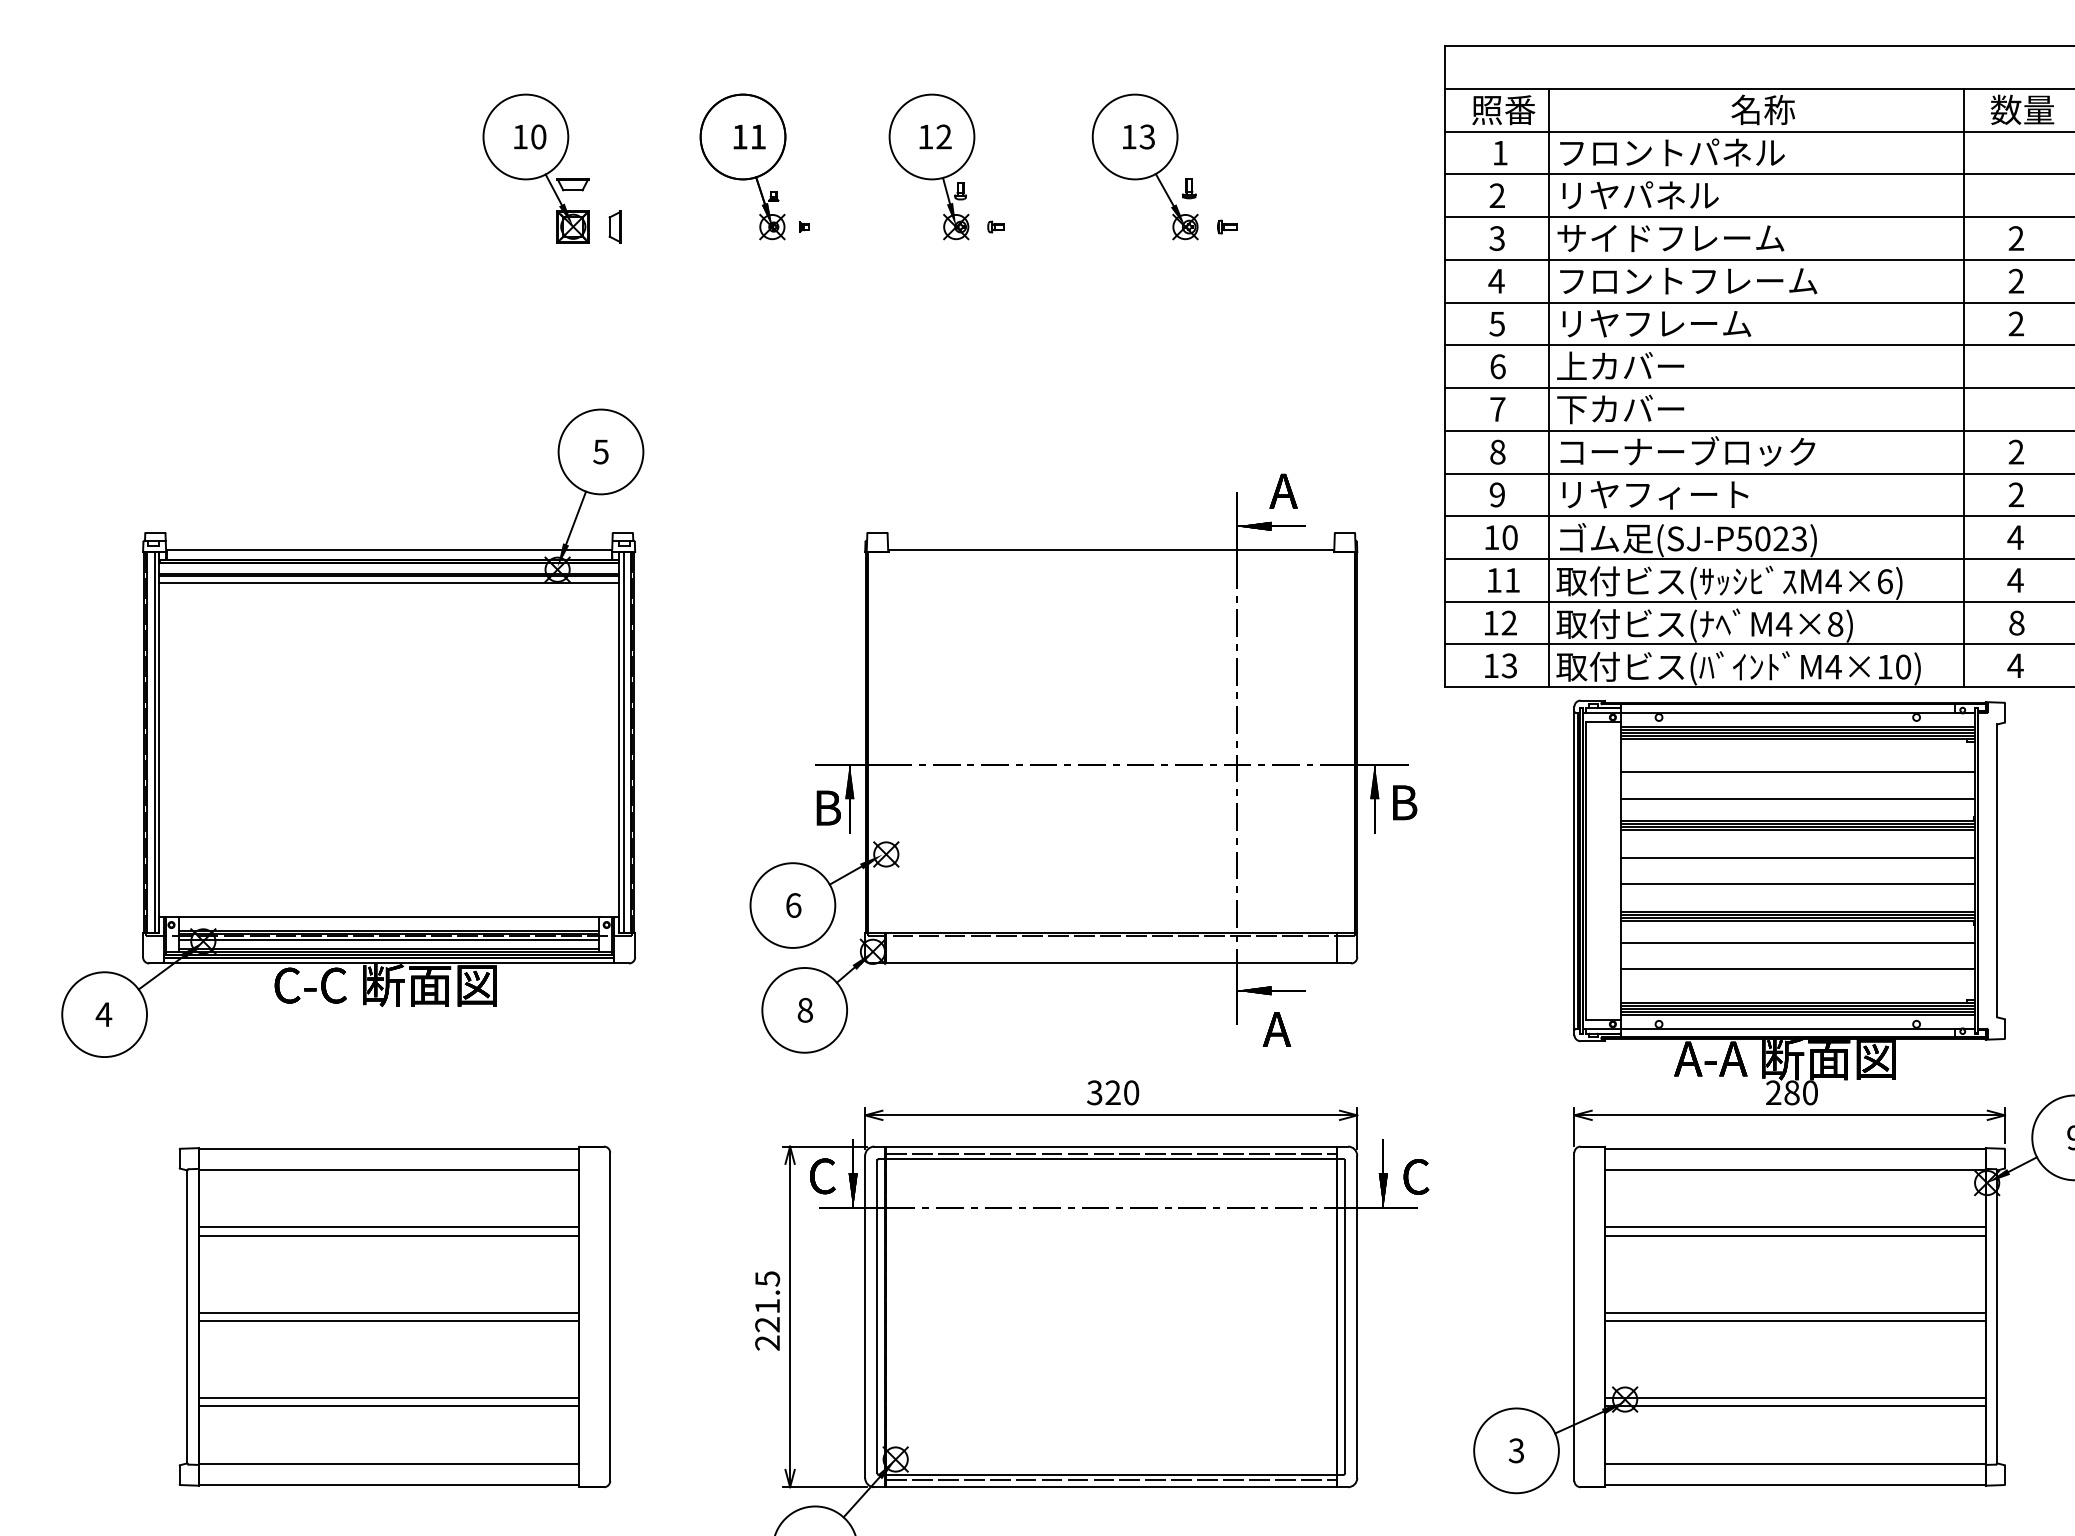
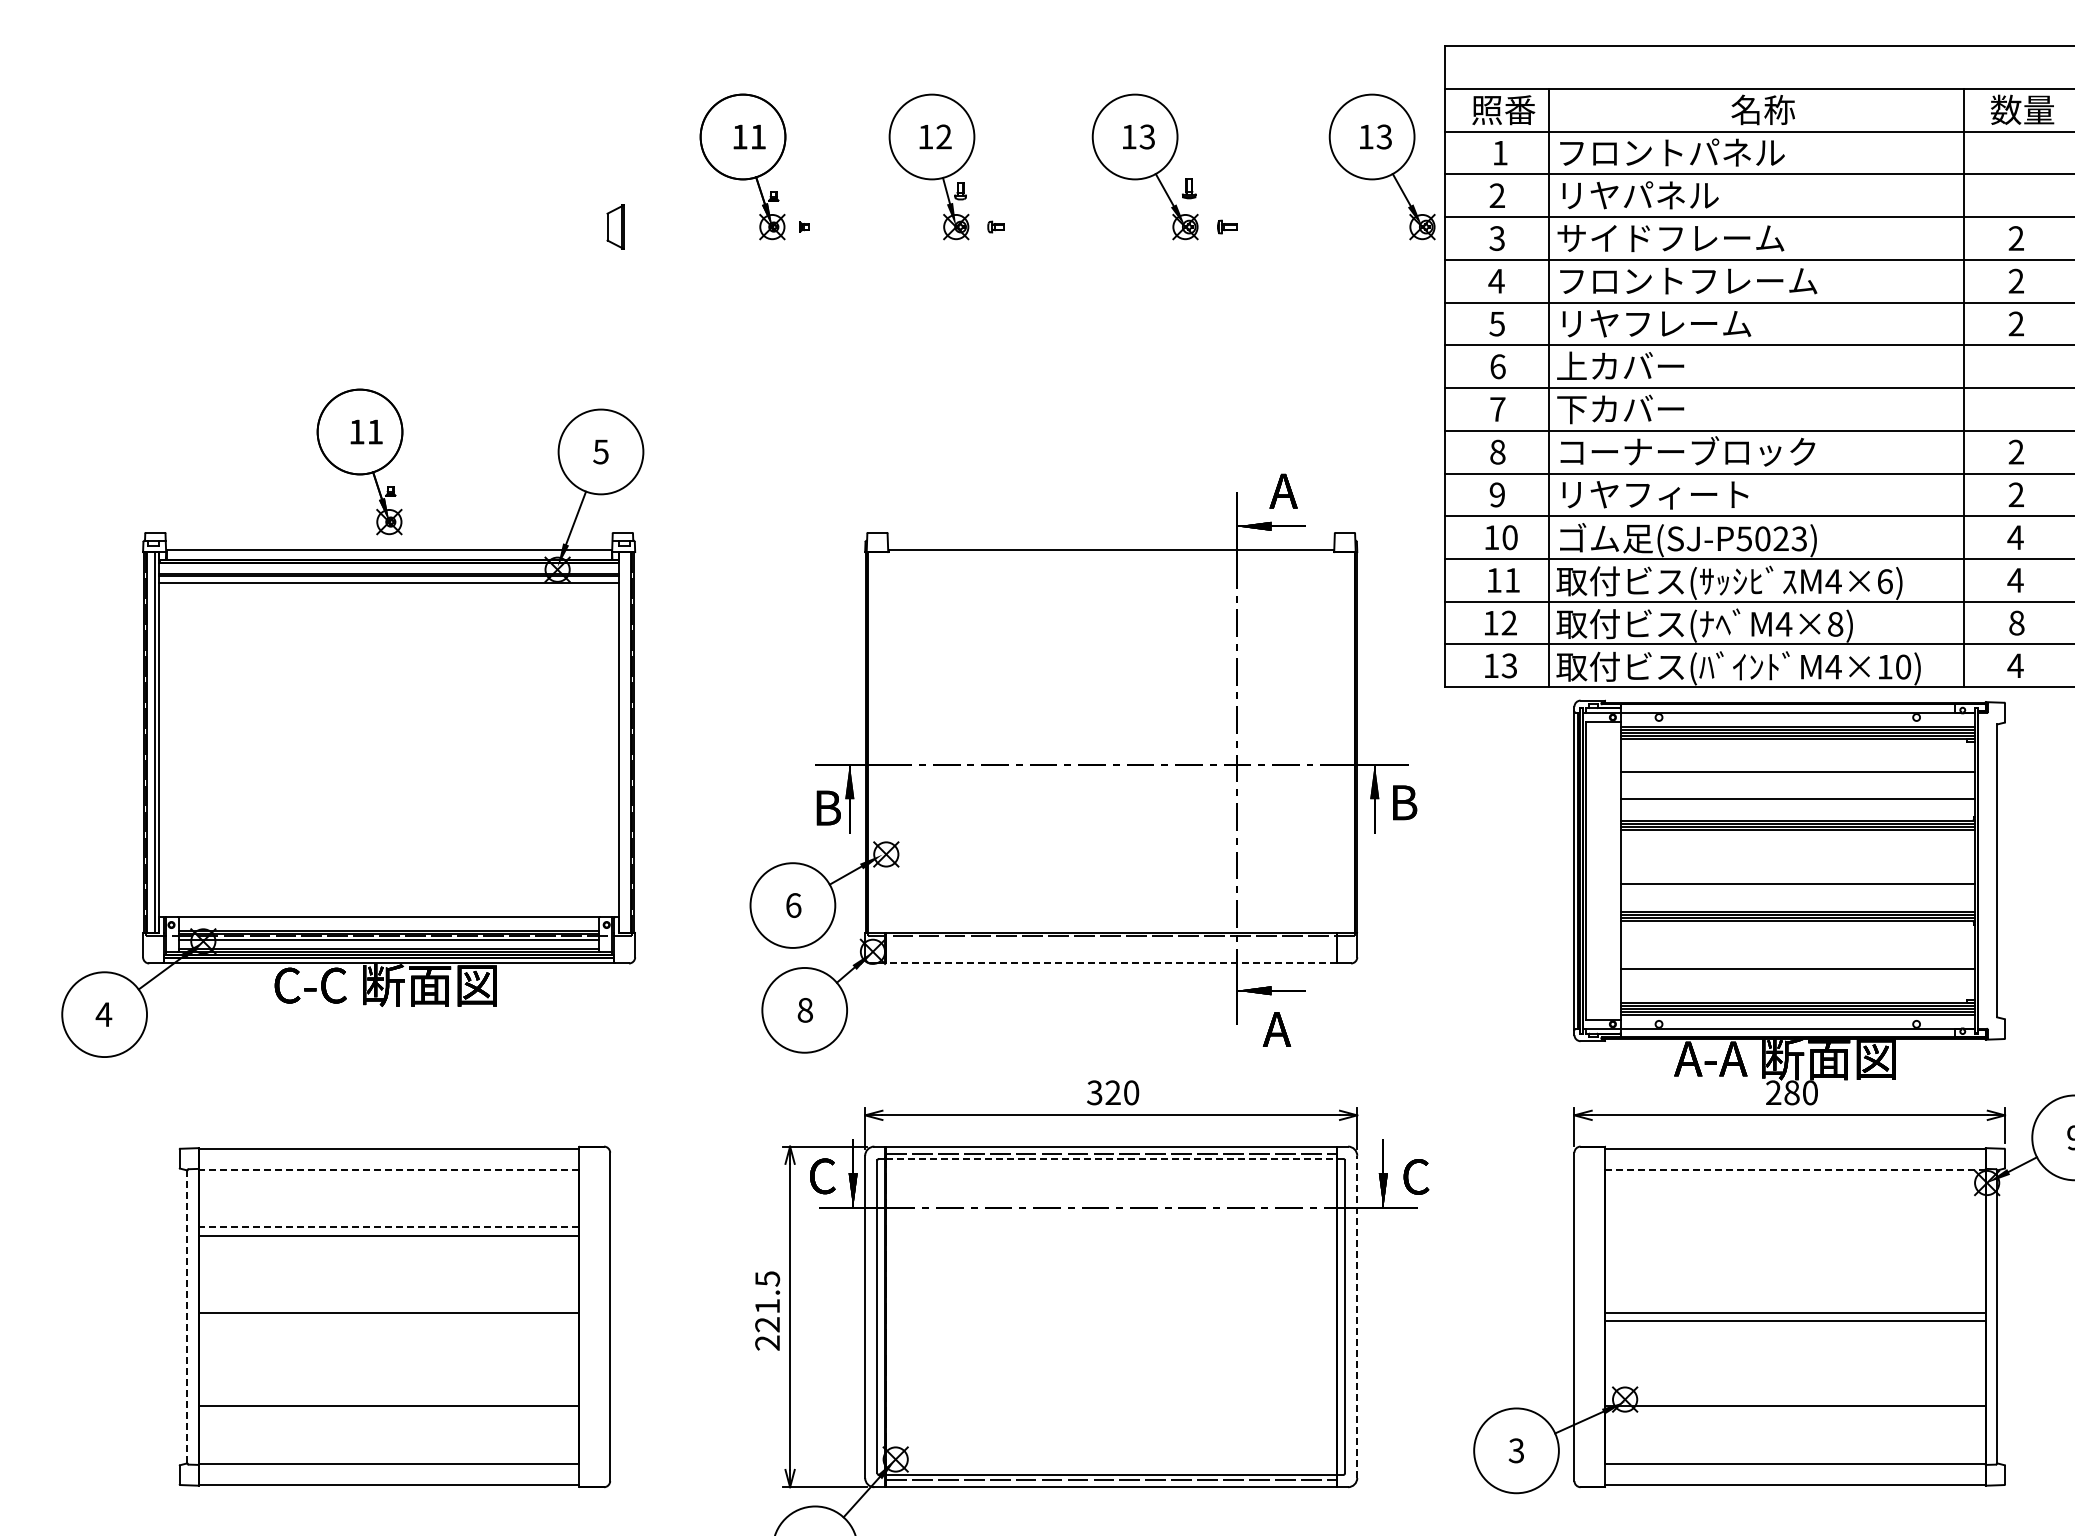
part at (1381, 166): none -> present
part at (535, 168): present -> none
part at (614, 226) size: 14x34 px -> 19x46 px
part at (359, 461): none -> present
line at (623, 742): present -> none
line at (1797, 857): present -> none
line at (1797, 943): present -> none
line at (1110, 963): solid -> dashed
line at (1111, 1158): solid -> dashed
line at (388, 1169): solid -> dashed
line at (1796, 1169): solid -> dashed
line at (388, 1227): solid -> dashed
line at (1795, 1227): present -> none
line at (1795, 1235): present -> none
line at (187, 1316): solid -> dashed
line at (1357, 1316): solid -> dashed
line at (388, 1321): present -> none
line at (388, 1398): present -> none
line at (1795, 1398): present -> none
